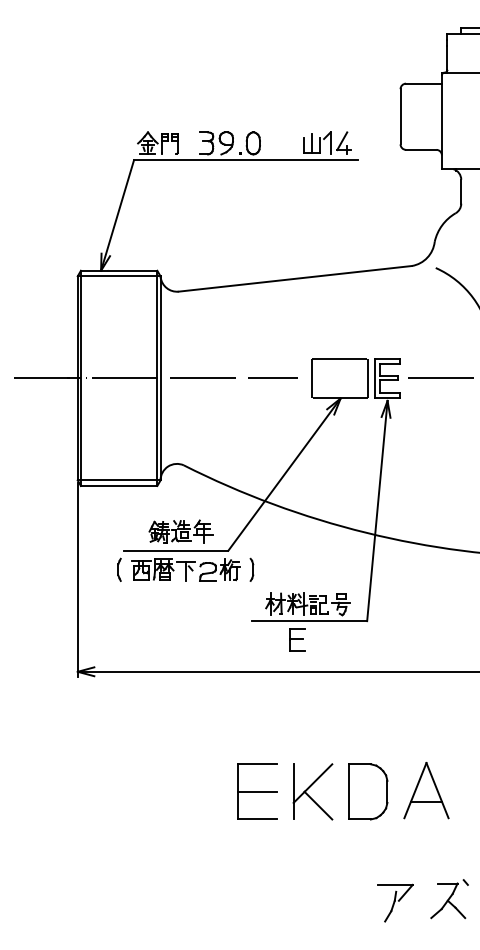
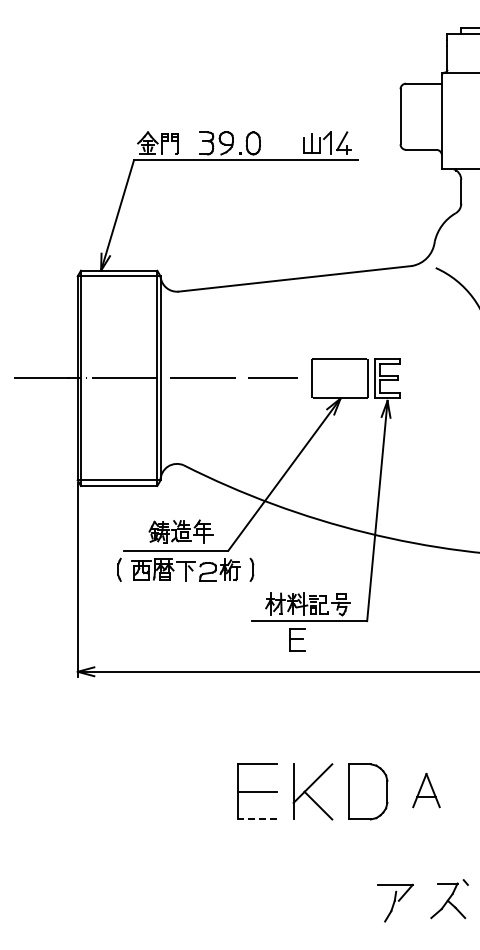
line at (442, 378): present -> none
part at (426, 790) size: 47x59 px -> 29x37 px
line at (257, 819): solid -> dashed
